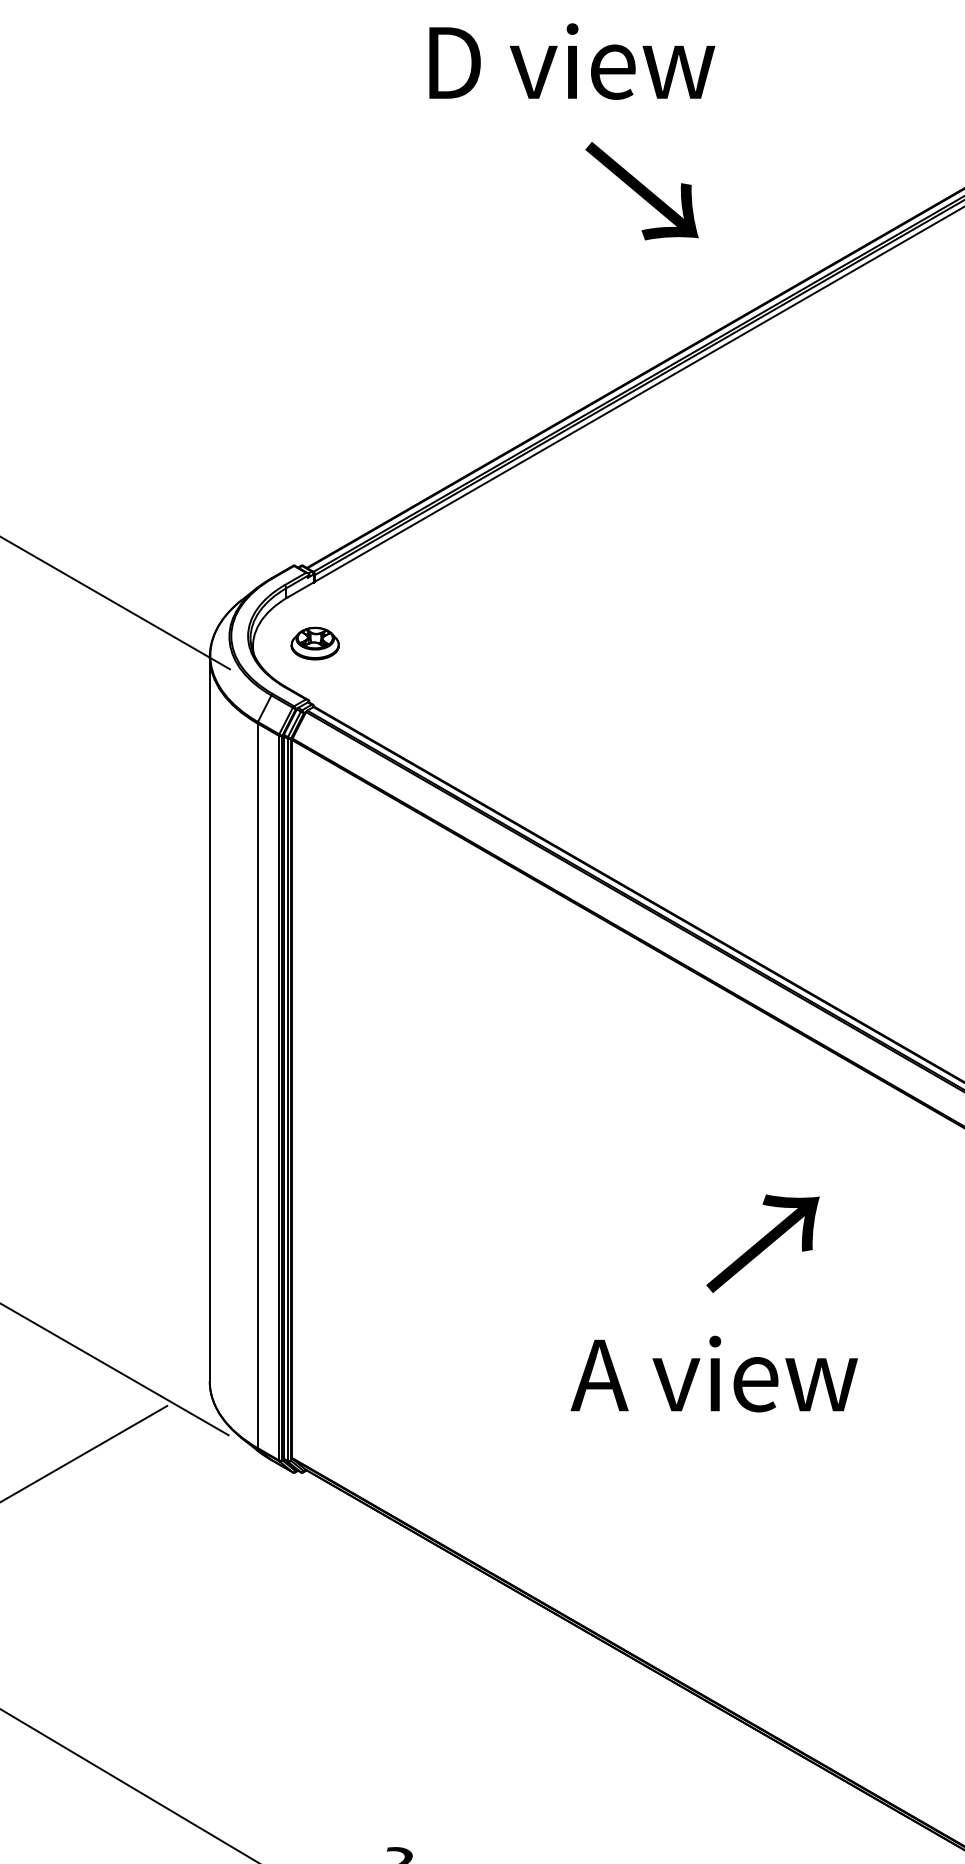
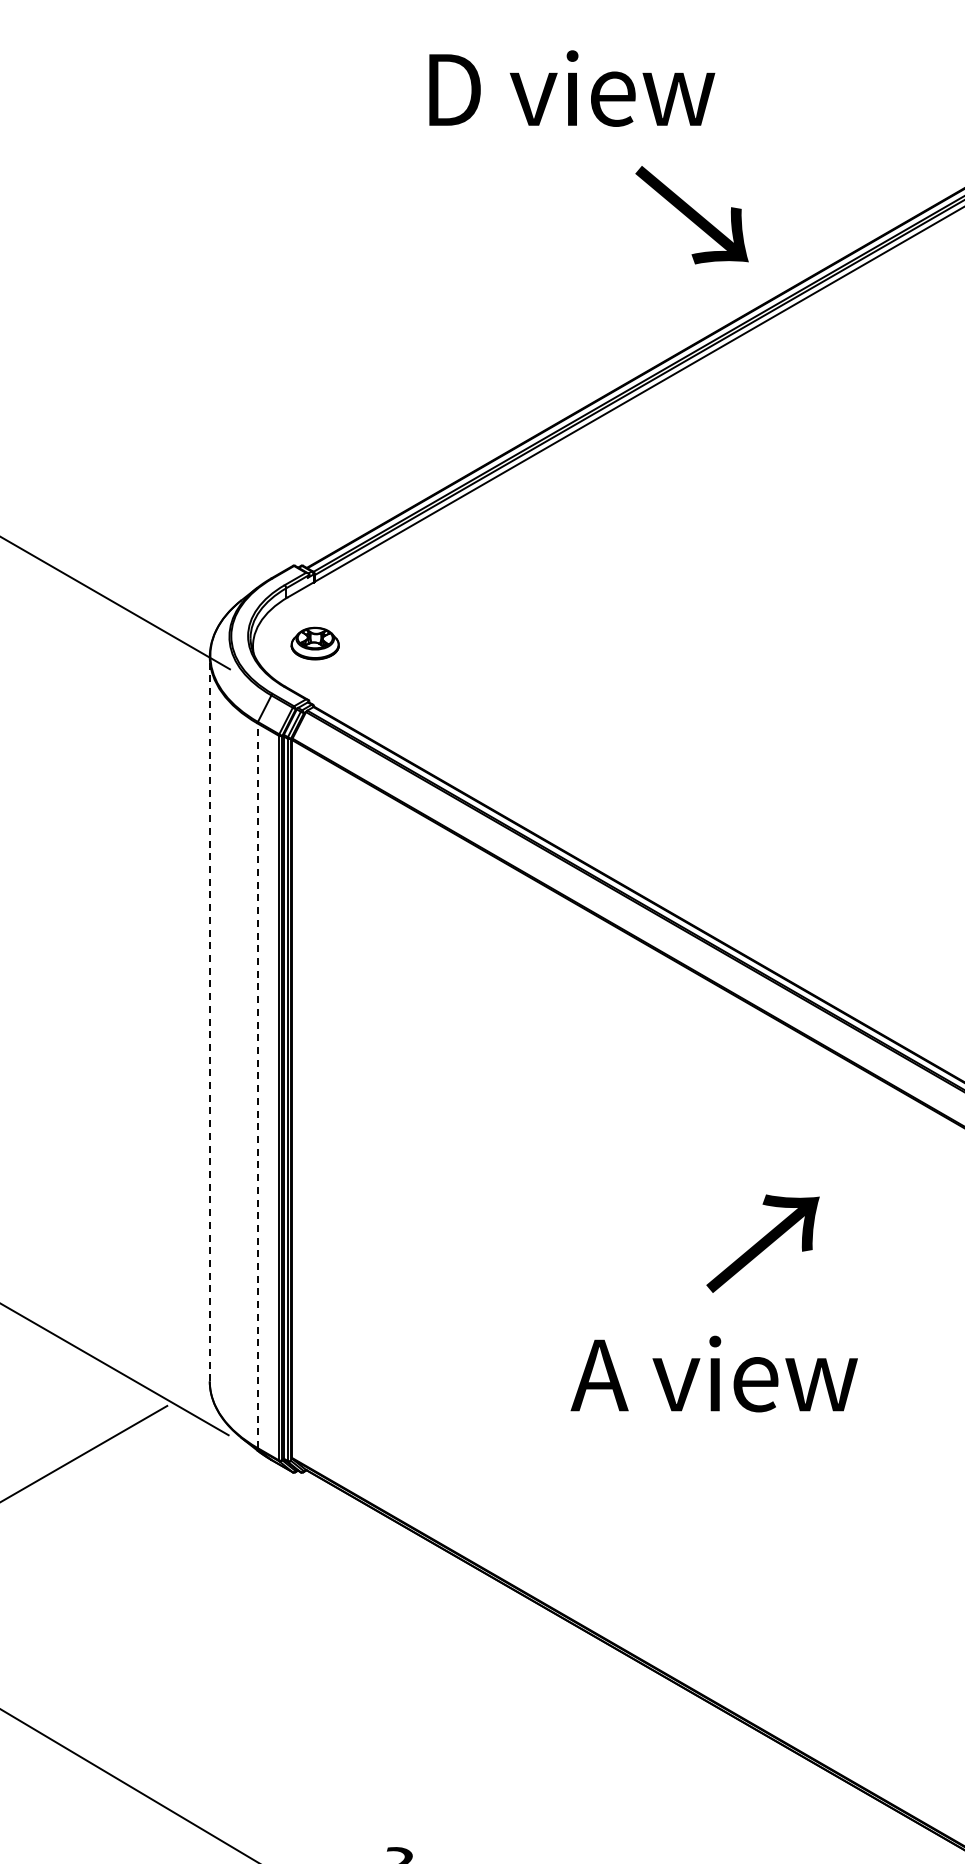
text at (572, 61) position: (572, 61) -> (572, 88)
text at (641, 191) position: (641, 191) -> (691, 215)
line at (209, 1018): solid -> dashed
line at (257, 1085): solid -> dashed
